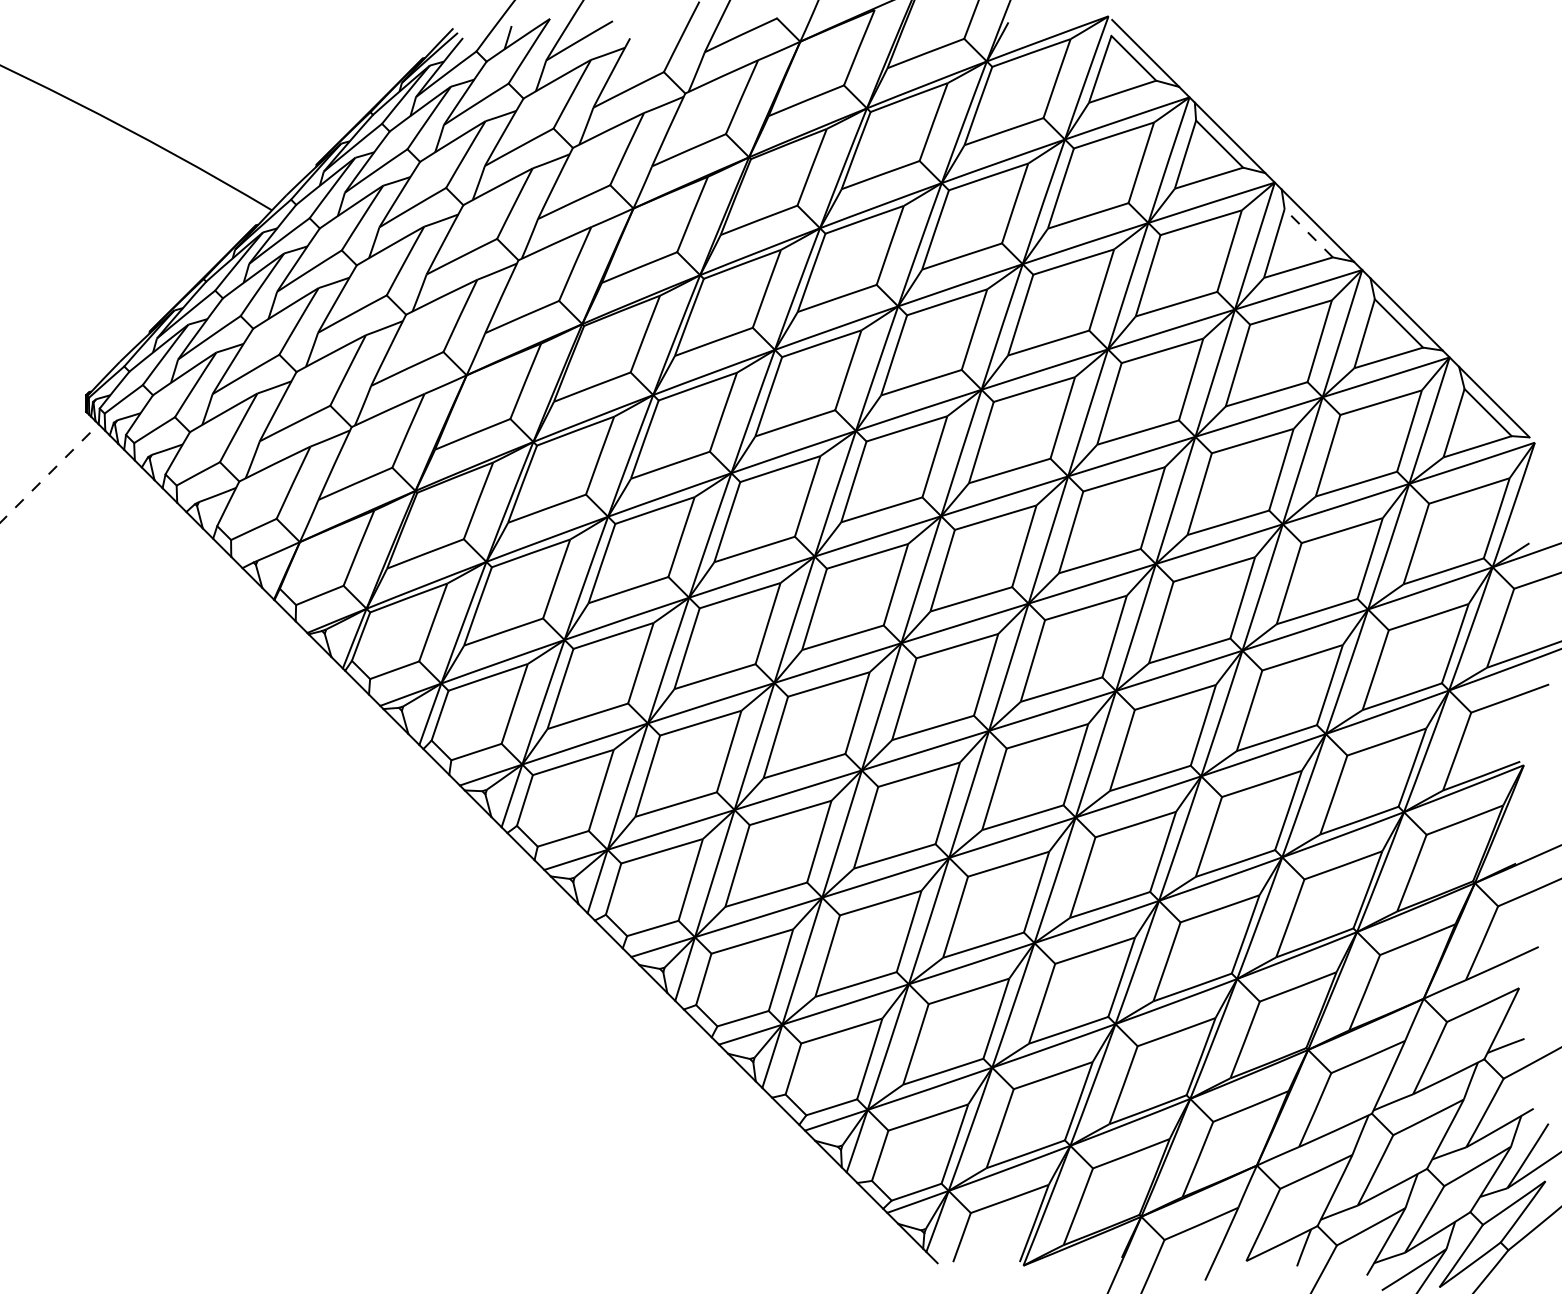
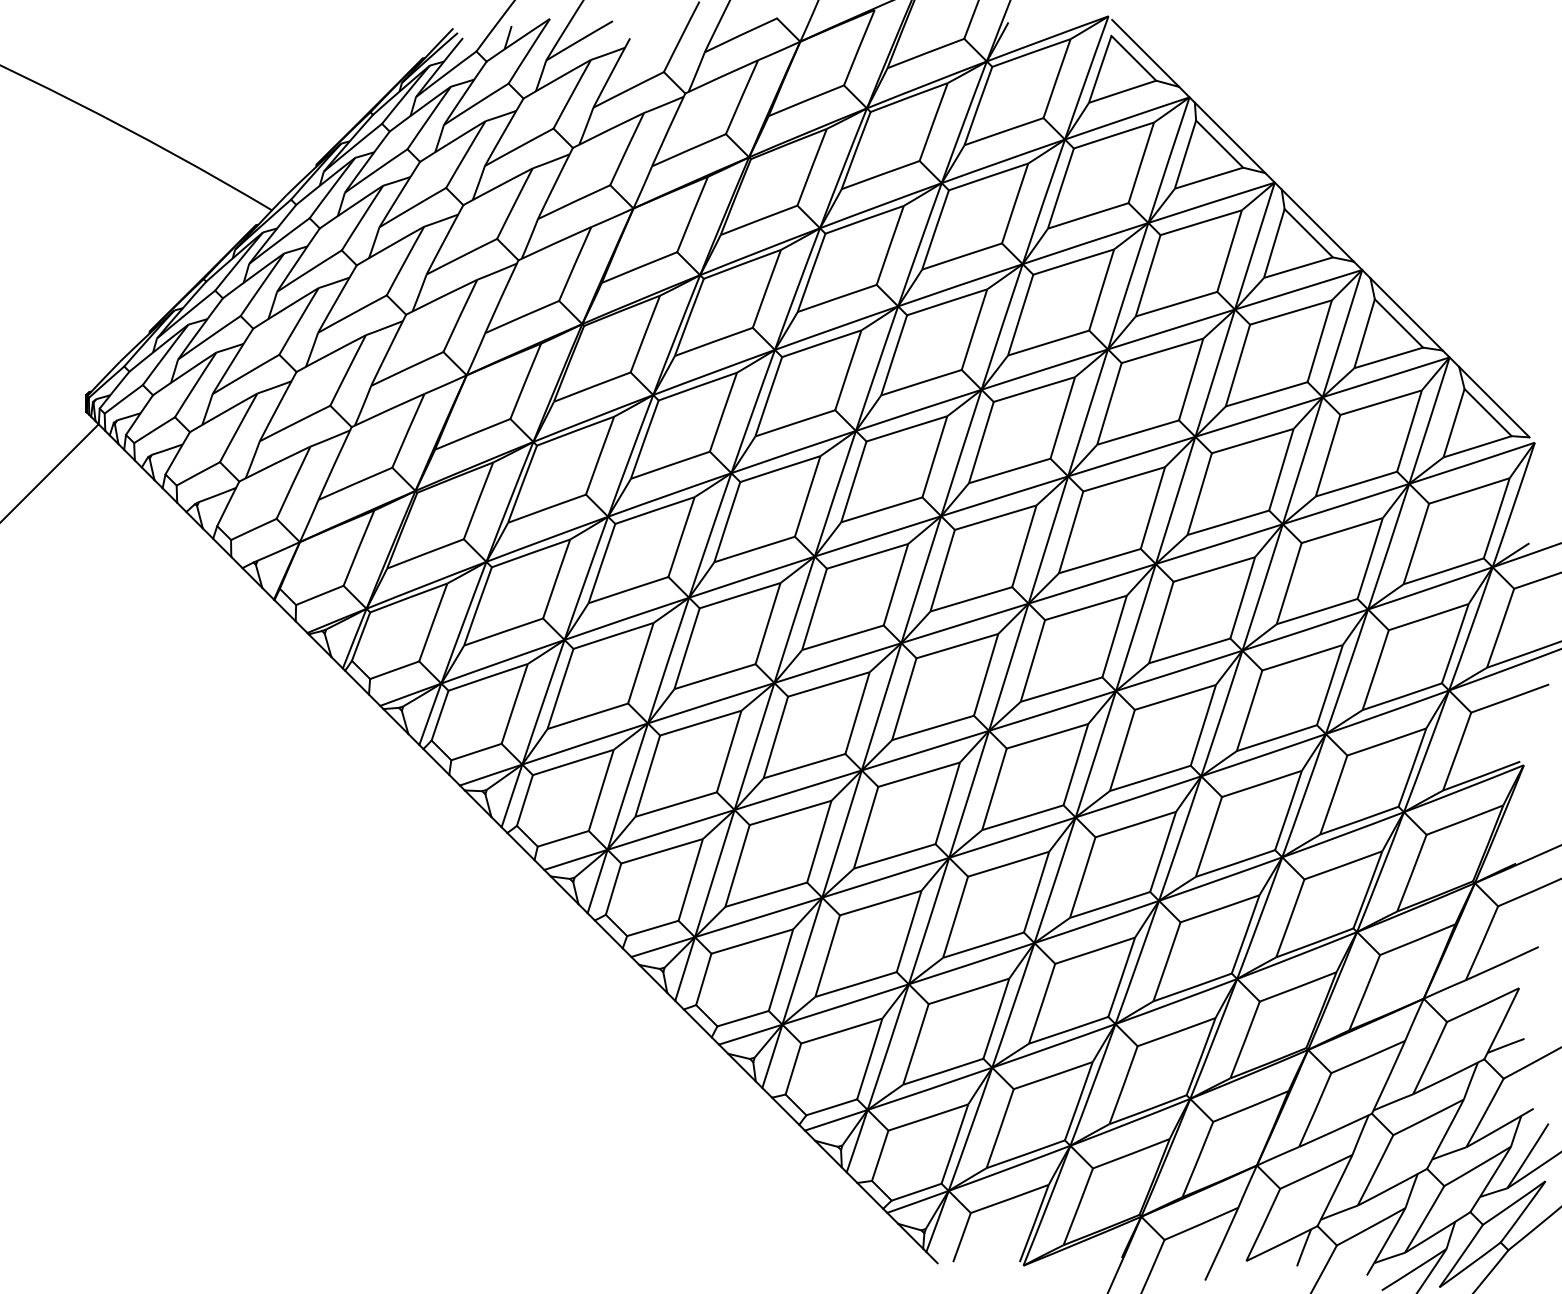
line at (1308, 232): dashed -> solid
line at (49, 473): dashed -> solid
